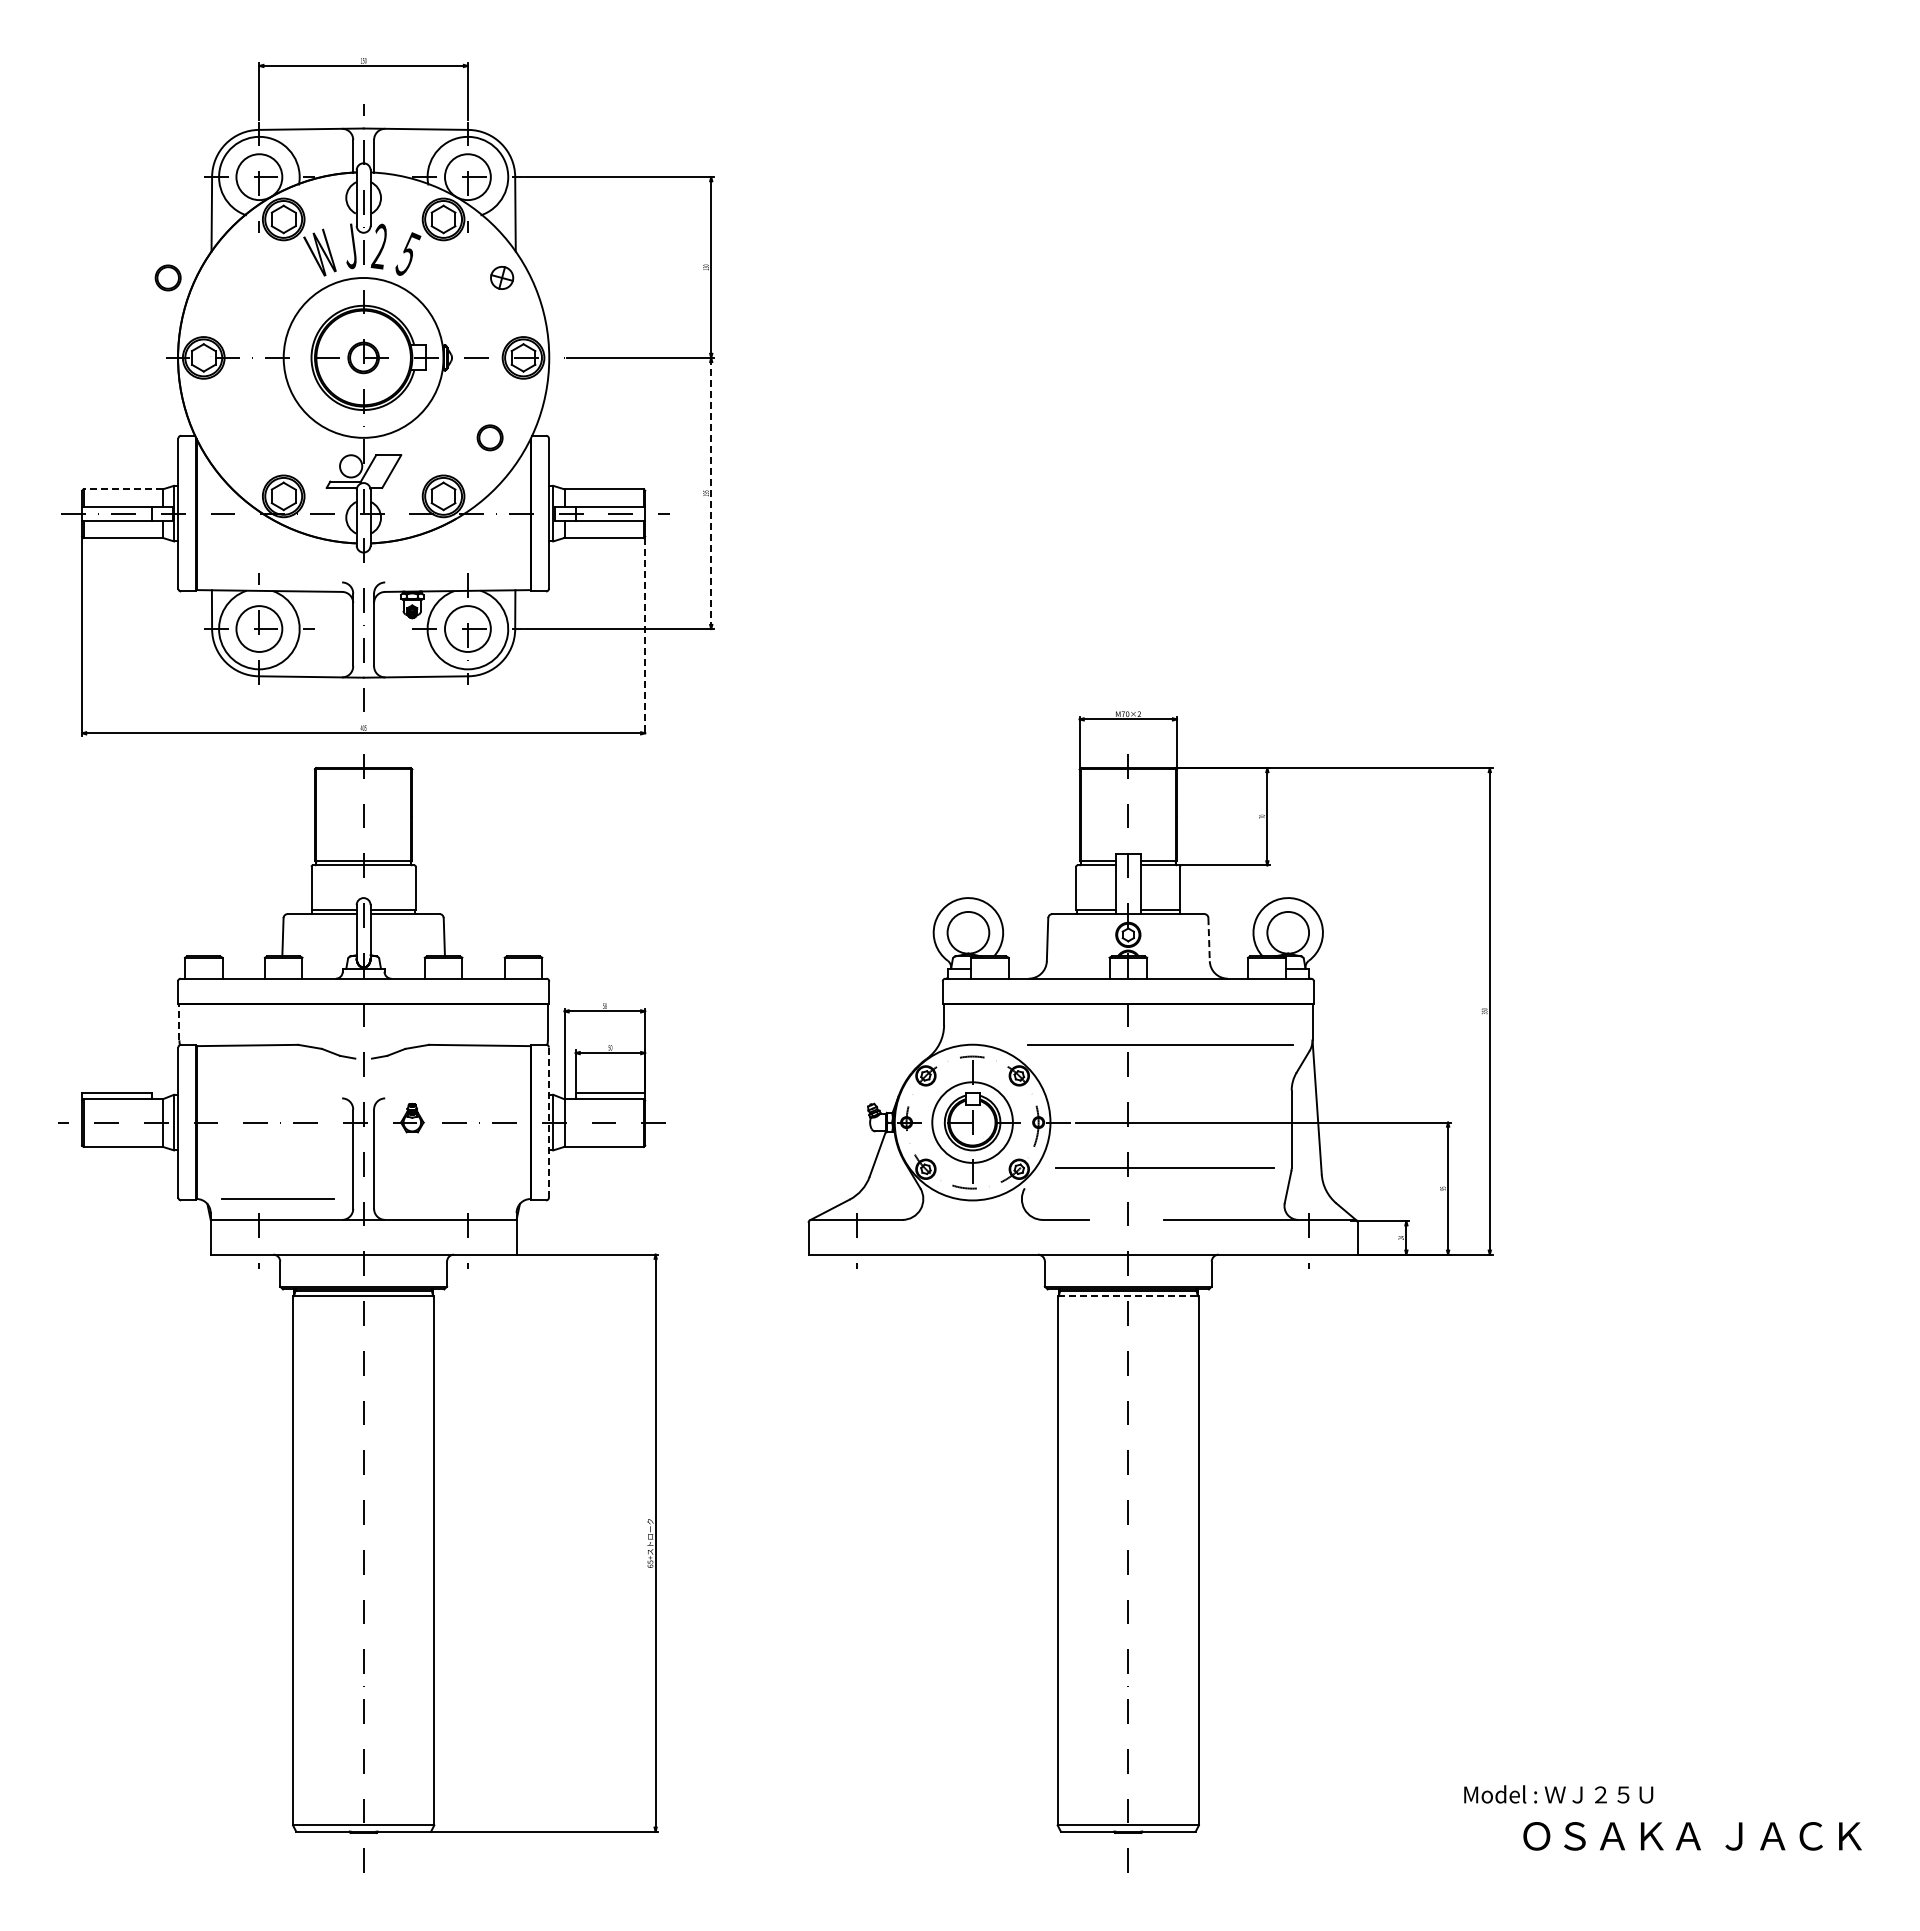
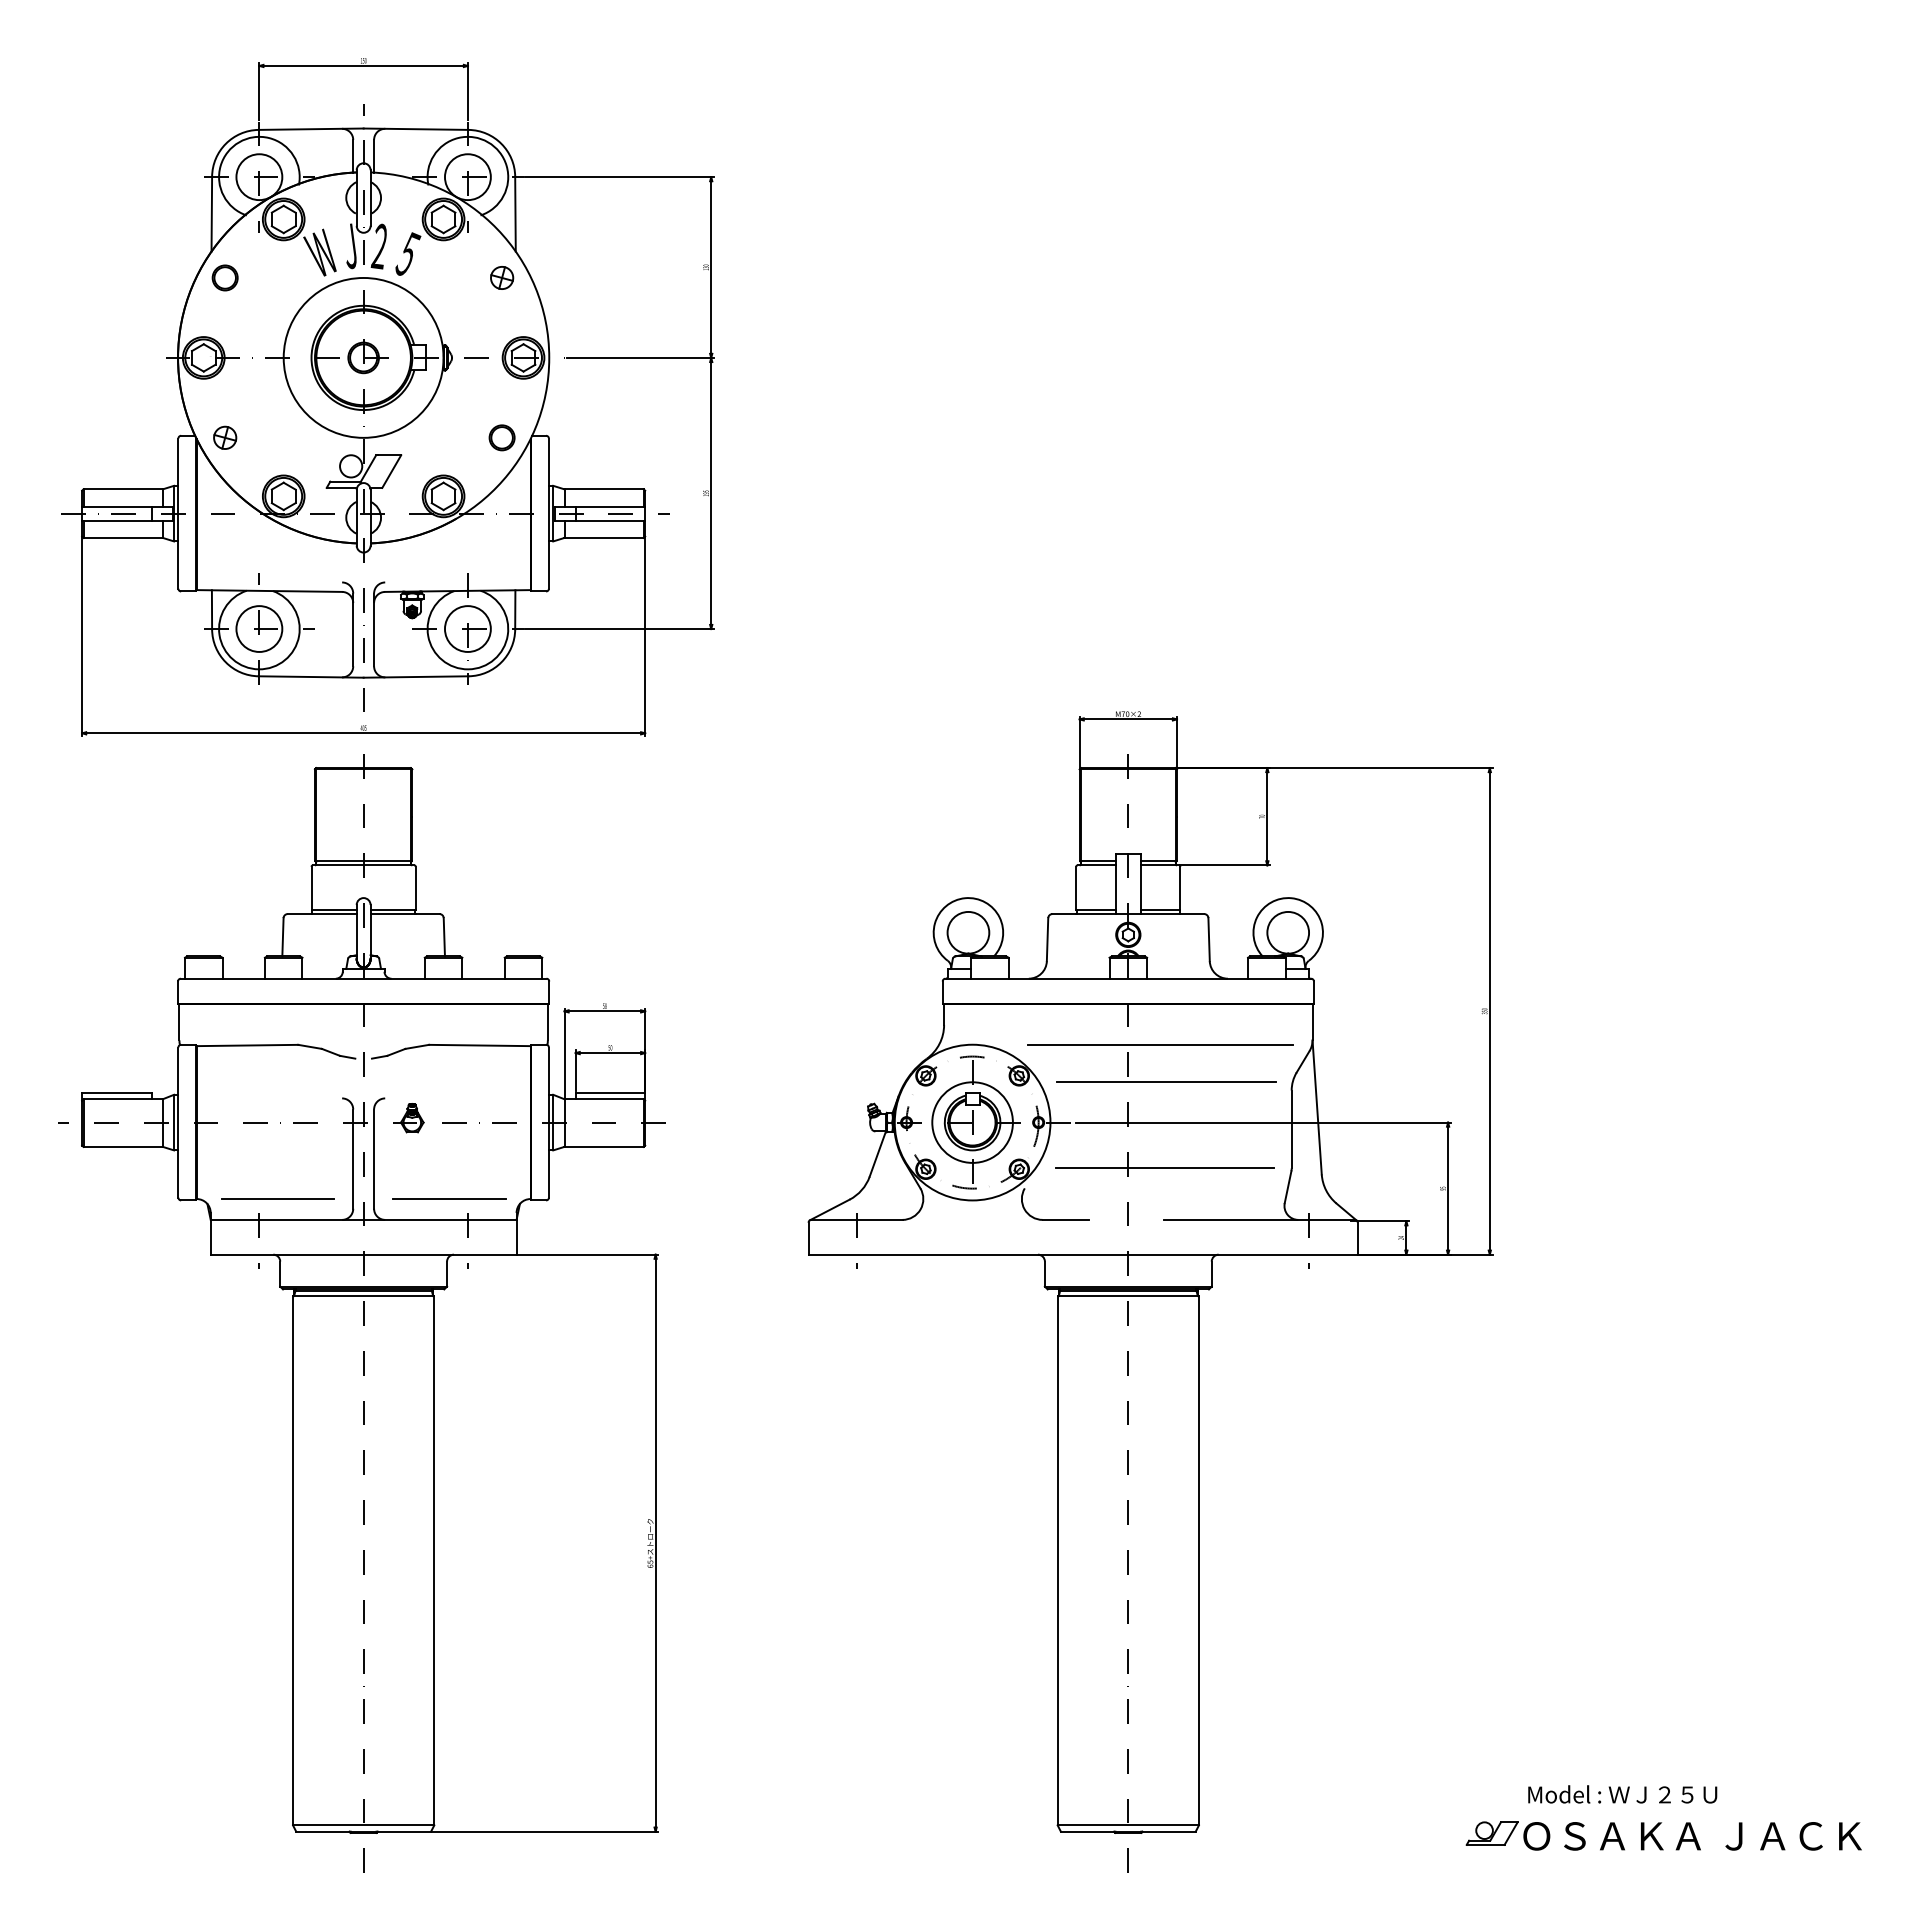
part at (167, 277) position: (167, 277) -> (224, 277)
part at (225, 437): none -> present
part at (489, 437) position: (489, 437) -> (501, 437)
line at (123, 489): dashed -> solid
line at (711, 493): dashed -> solid
line at (645, 637): dashed -> solid
line at (1209, 939): dashed -> solid
line at (179, 1022): dashed -> solid
line at (1165, 1082): none -> present
line at (548, 1122): dashed -> solid
line at (449, 1198): none -> present
line at (1128, 1296): dashed -> solid
text at (1558, 1794) position: (1558, 1794) -> (1622, 1794)
part at (1491, 1833): none -> present
